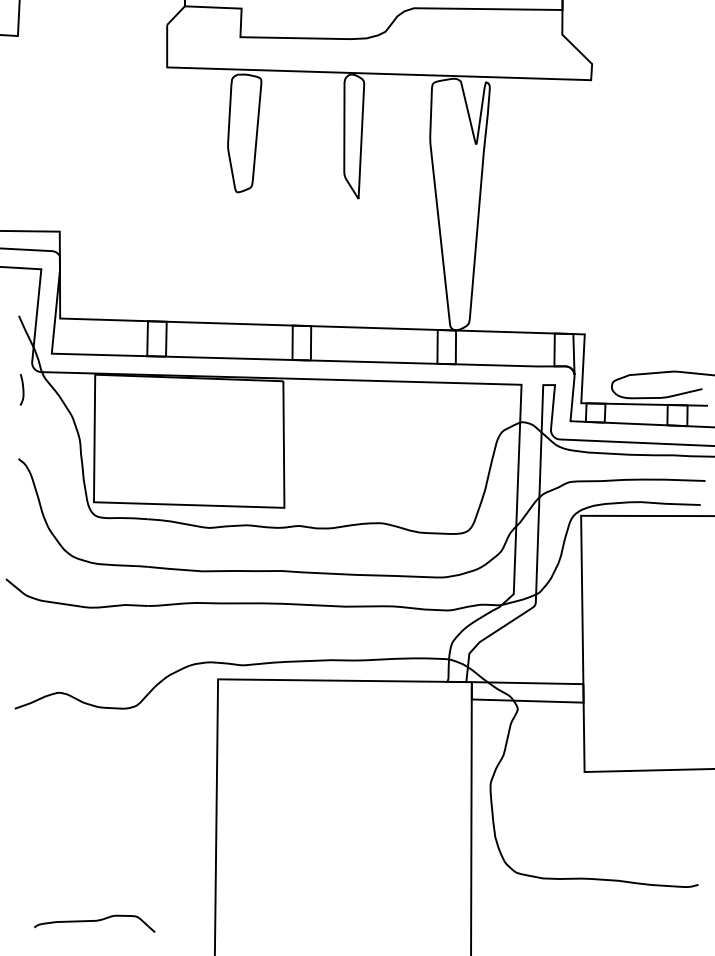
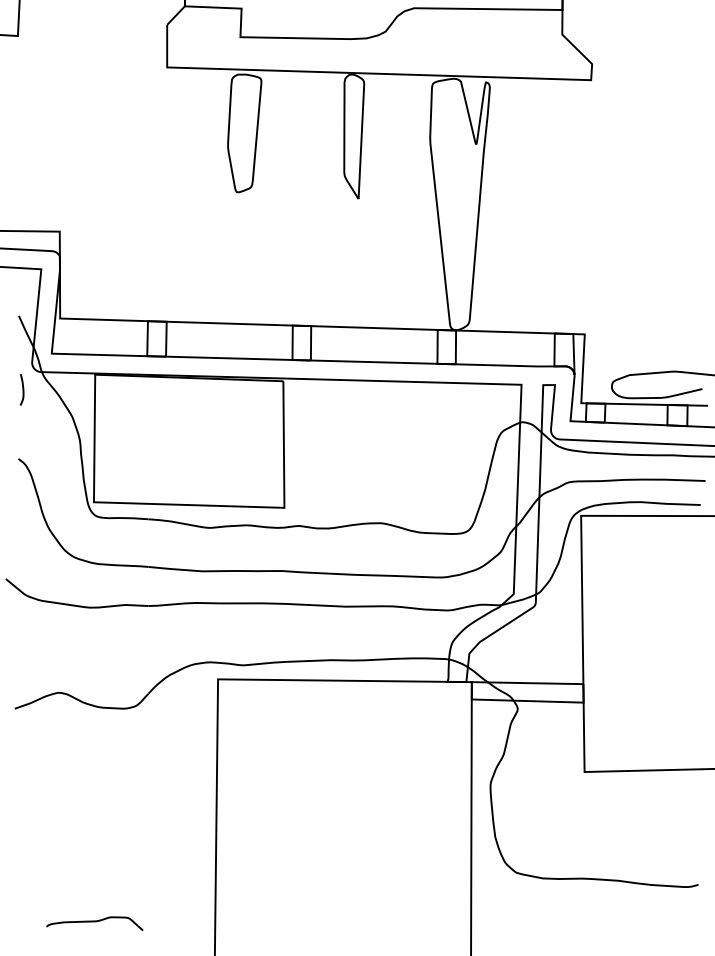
part at (94, 923) size: 122x19 px -> 98x16 px
